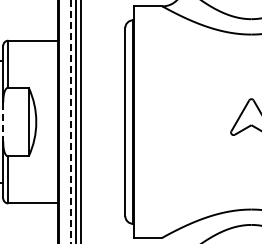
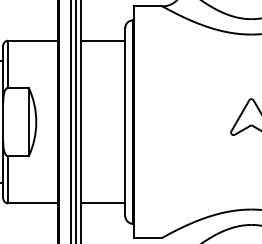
line at (103, 40): none -> present
line at (3, 122): dashed -> solid
line at (70, 122): dashed -> solid
line at (103, 203): none -> present
